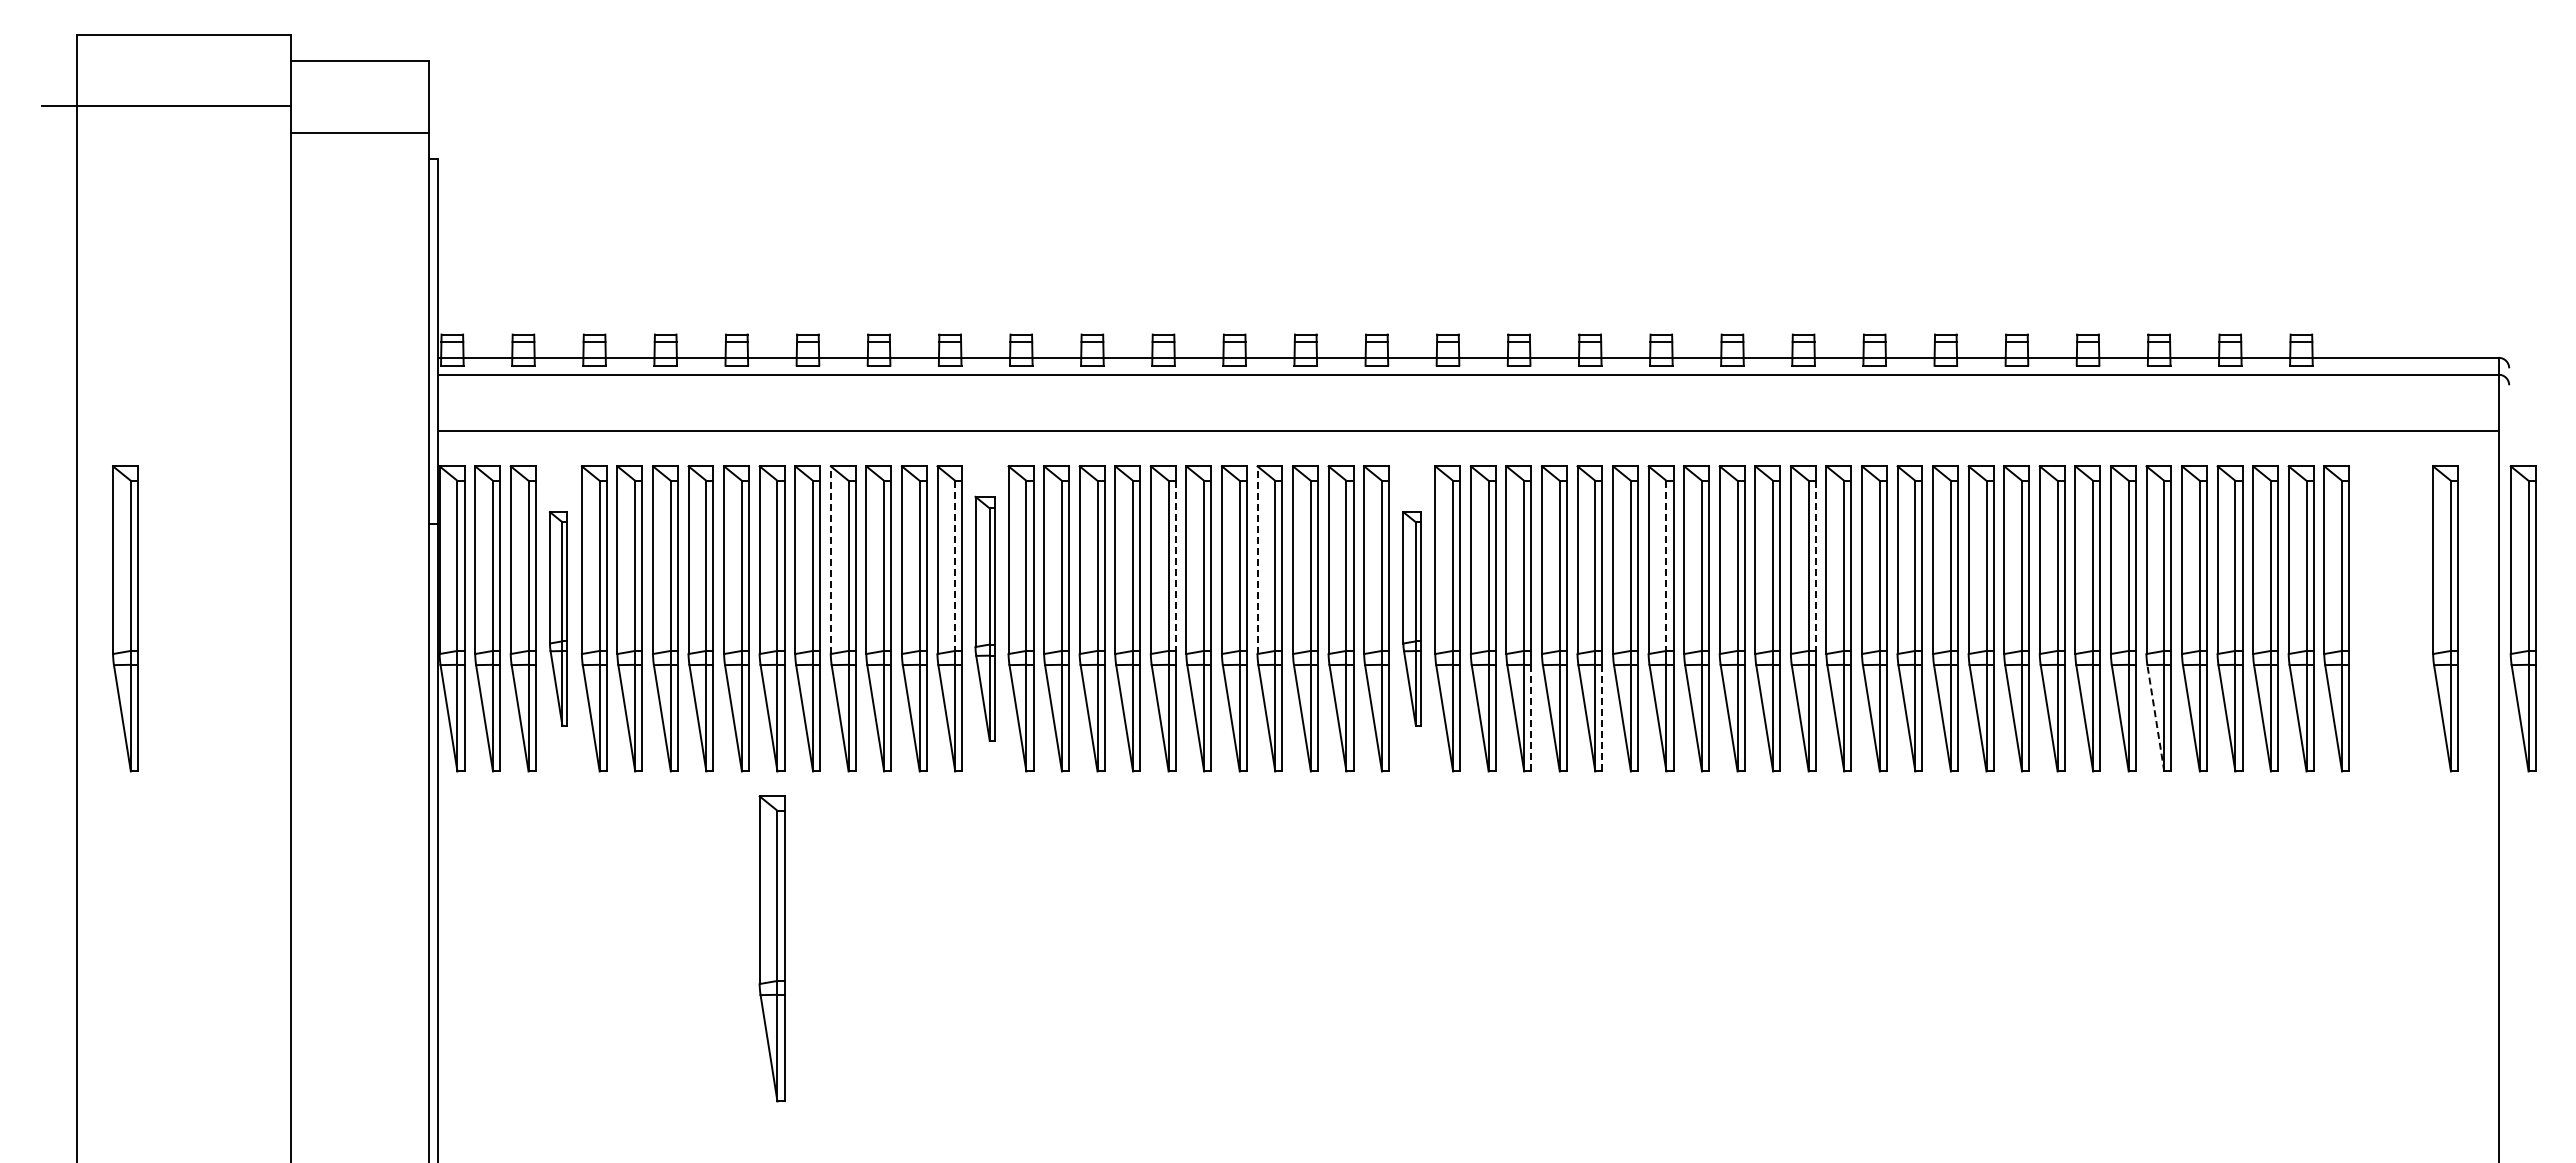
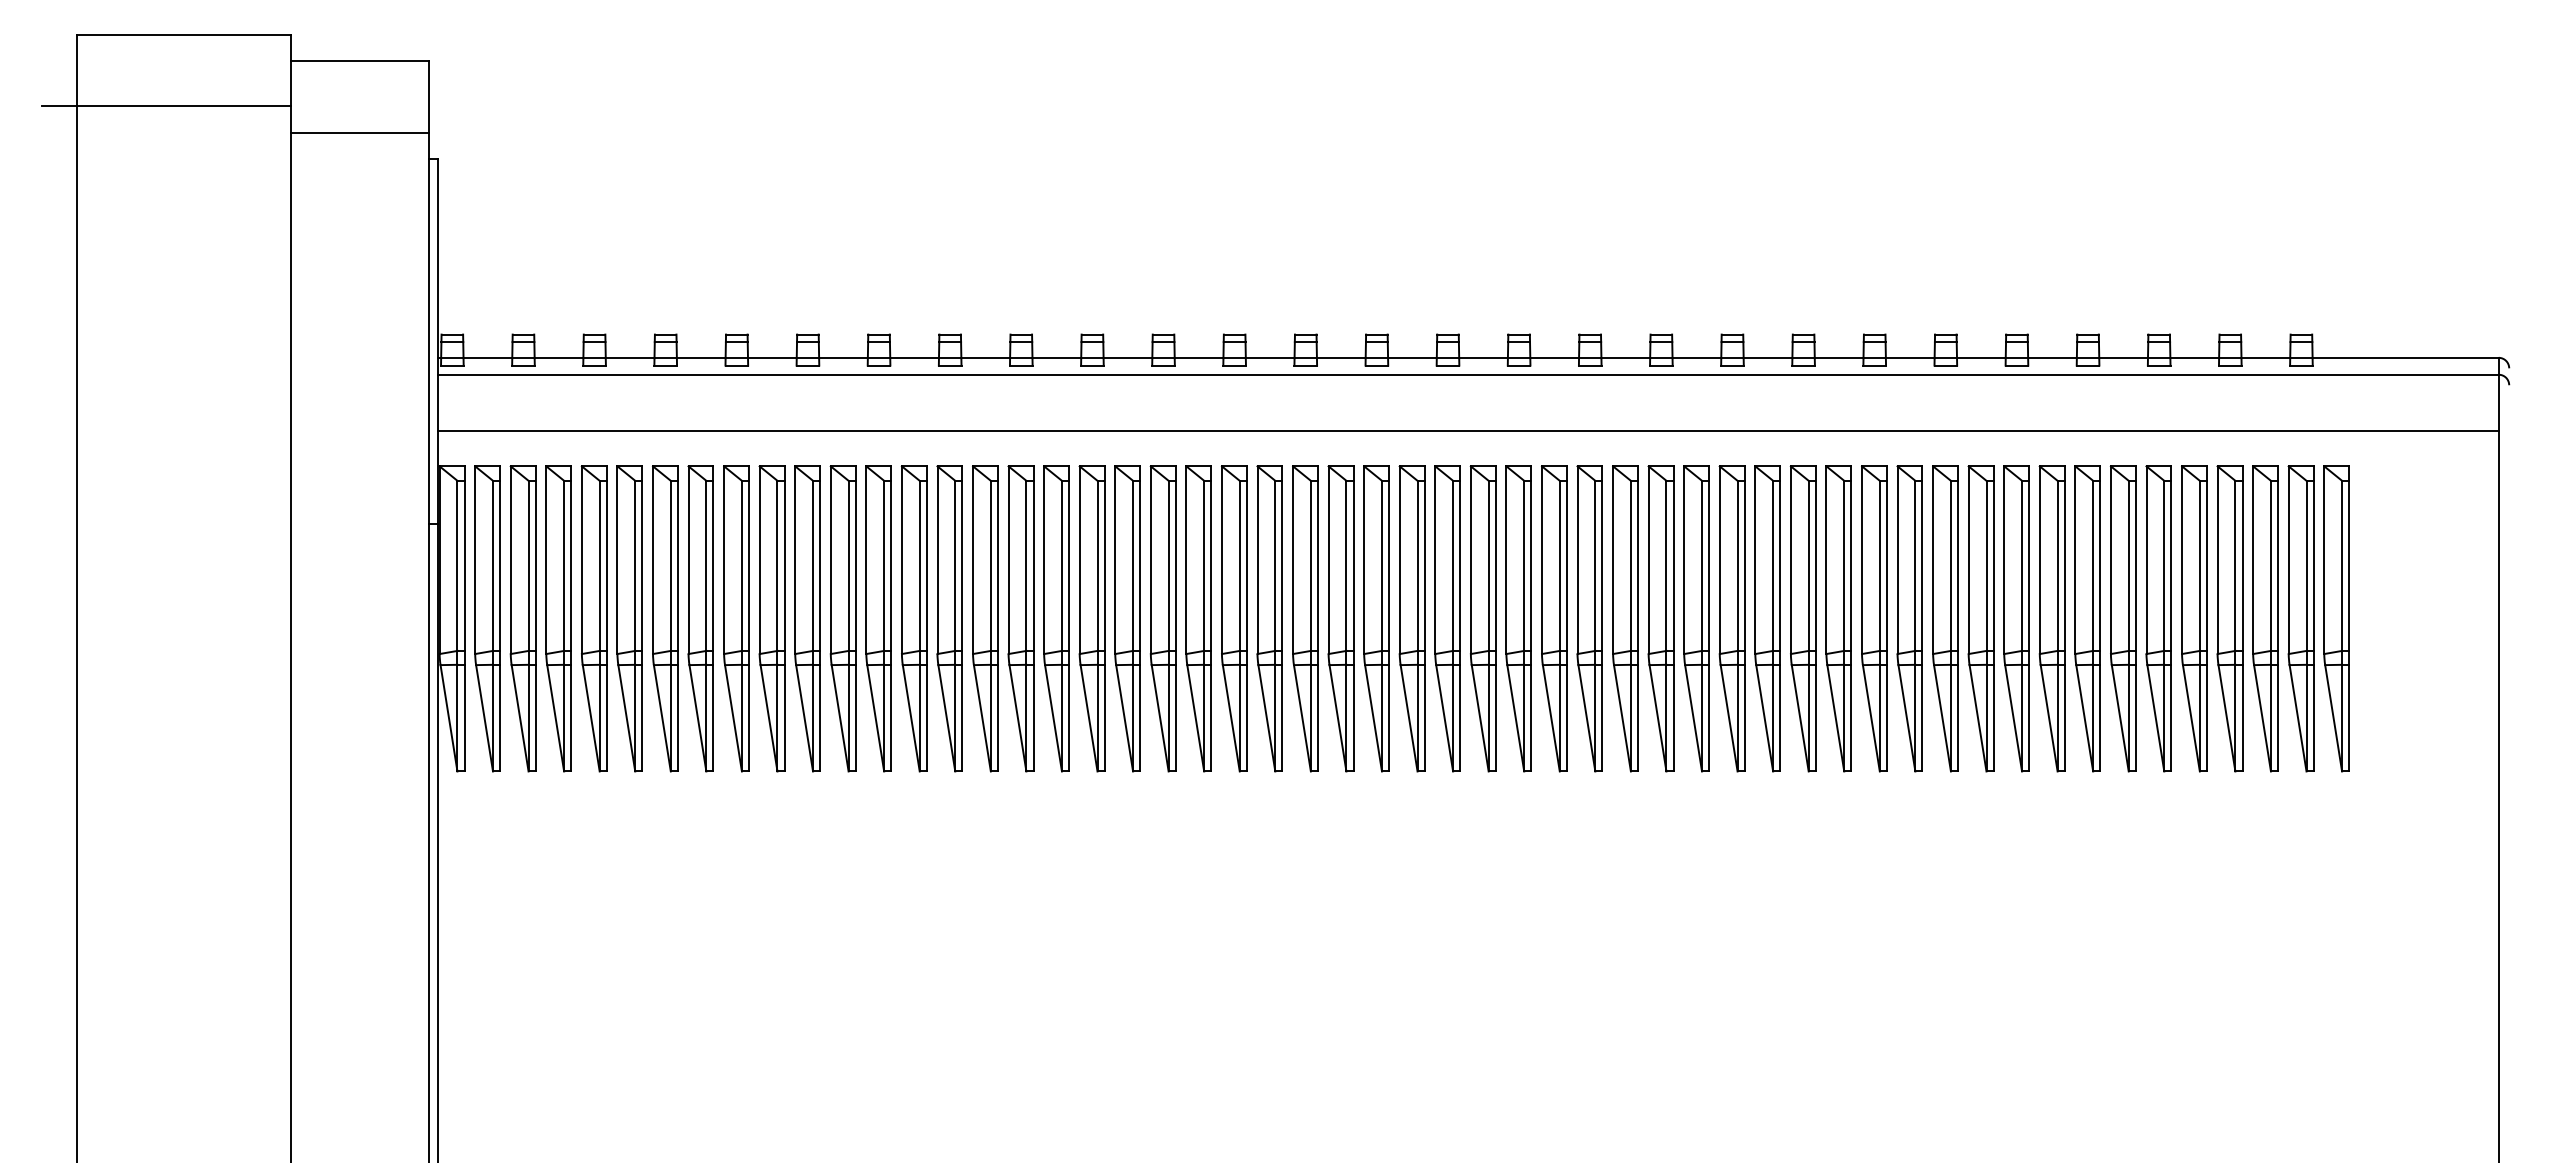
line at (830, 560): dashed -> solid
line at (1257, 560): dashed -> solid
line at (955, 566): dashed -> solid
line at (1175, 566): dashed -> solid
line at (1666, 566): dashed -> solid
line at (1815, 566): dashed -> solid
part at (125, 618): present -> none
part at (558, 618) size: 19x216 px -> 27x308 px
part at (984, 618) size: 22x247 px -> 27x308 px
part at (1411, 618) size: 20x216 px -> 28x308 px
part at (2445, 618): present -> none
part at (2522, 618): present -> none
line at (1531, 718): dashed -> solid
line at (1602, 718): dashed -> solid
line at (2155, 718): dashed -> solid
part at (771, 948): present -> none
